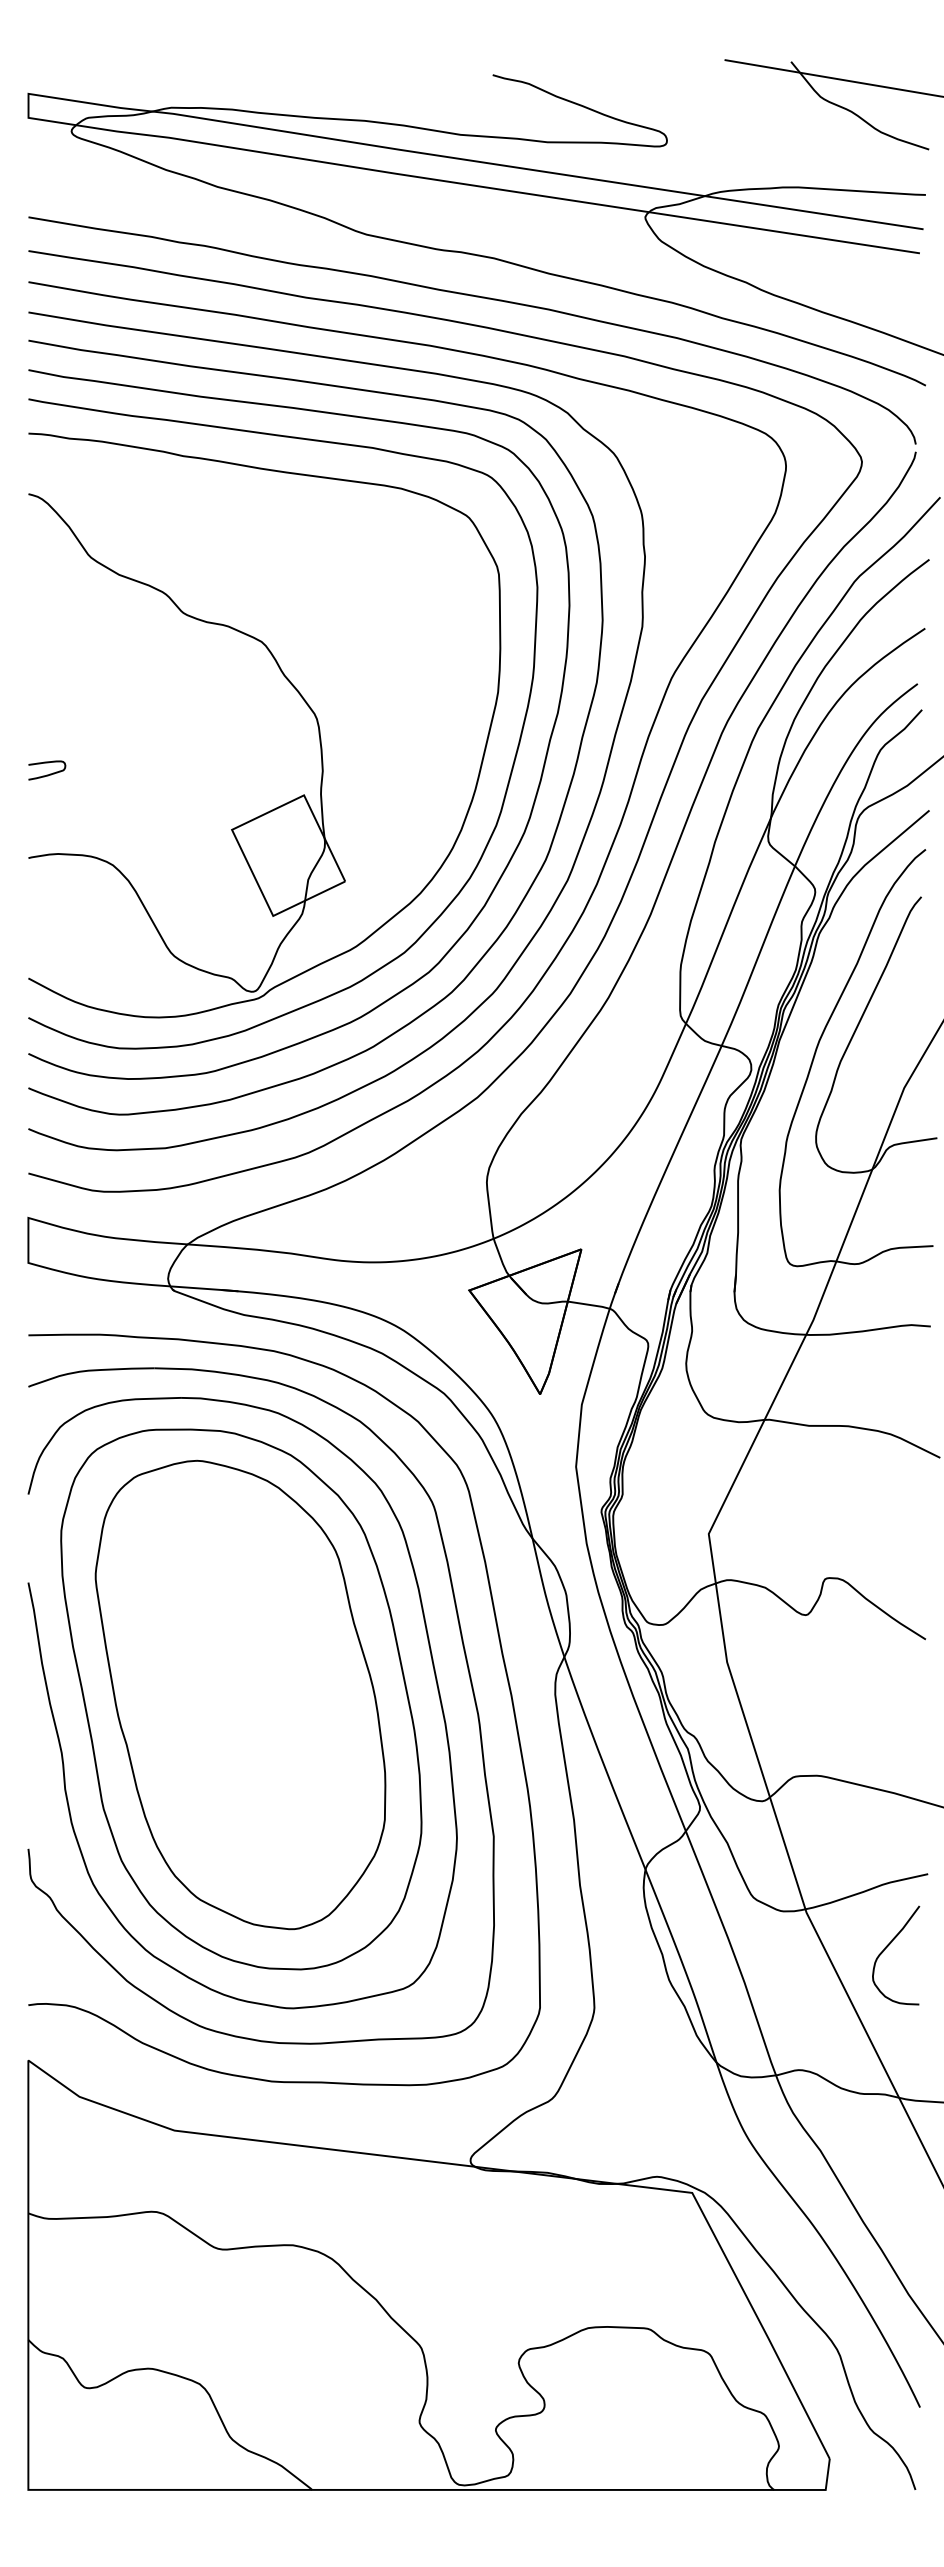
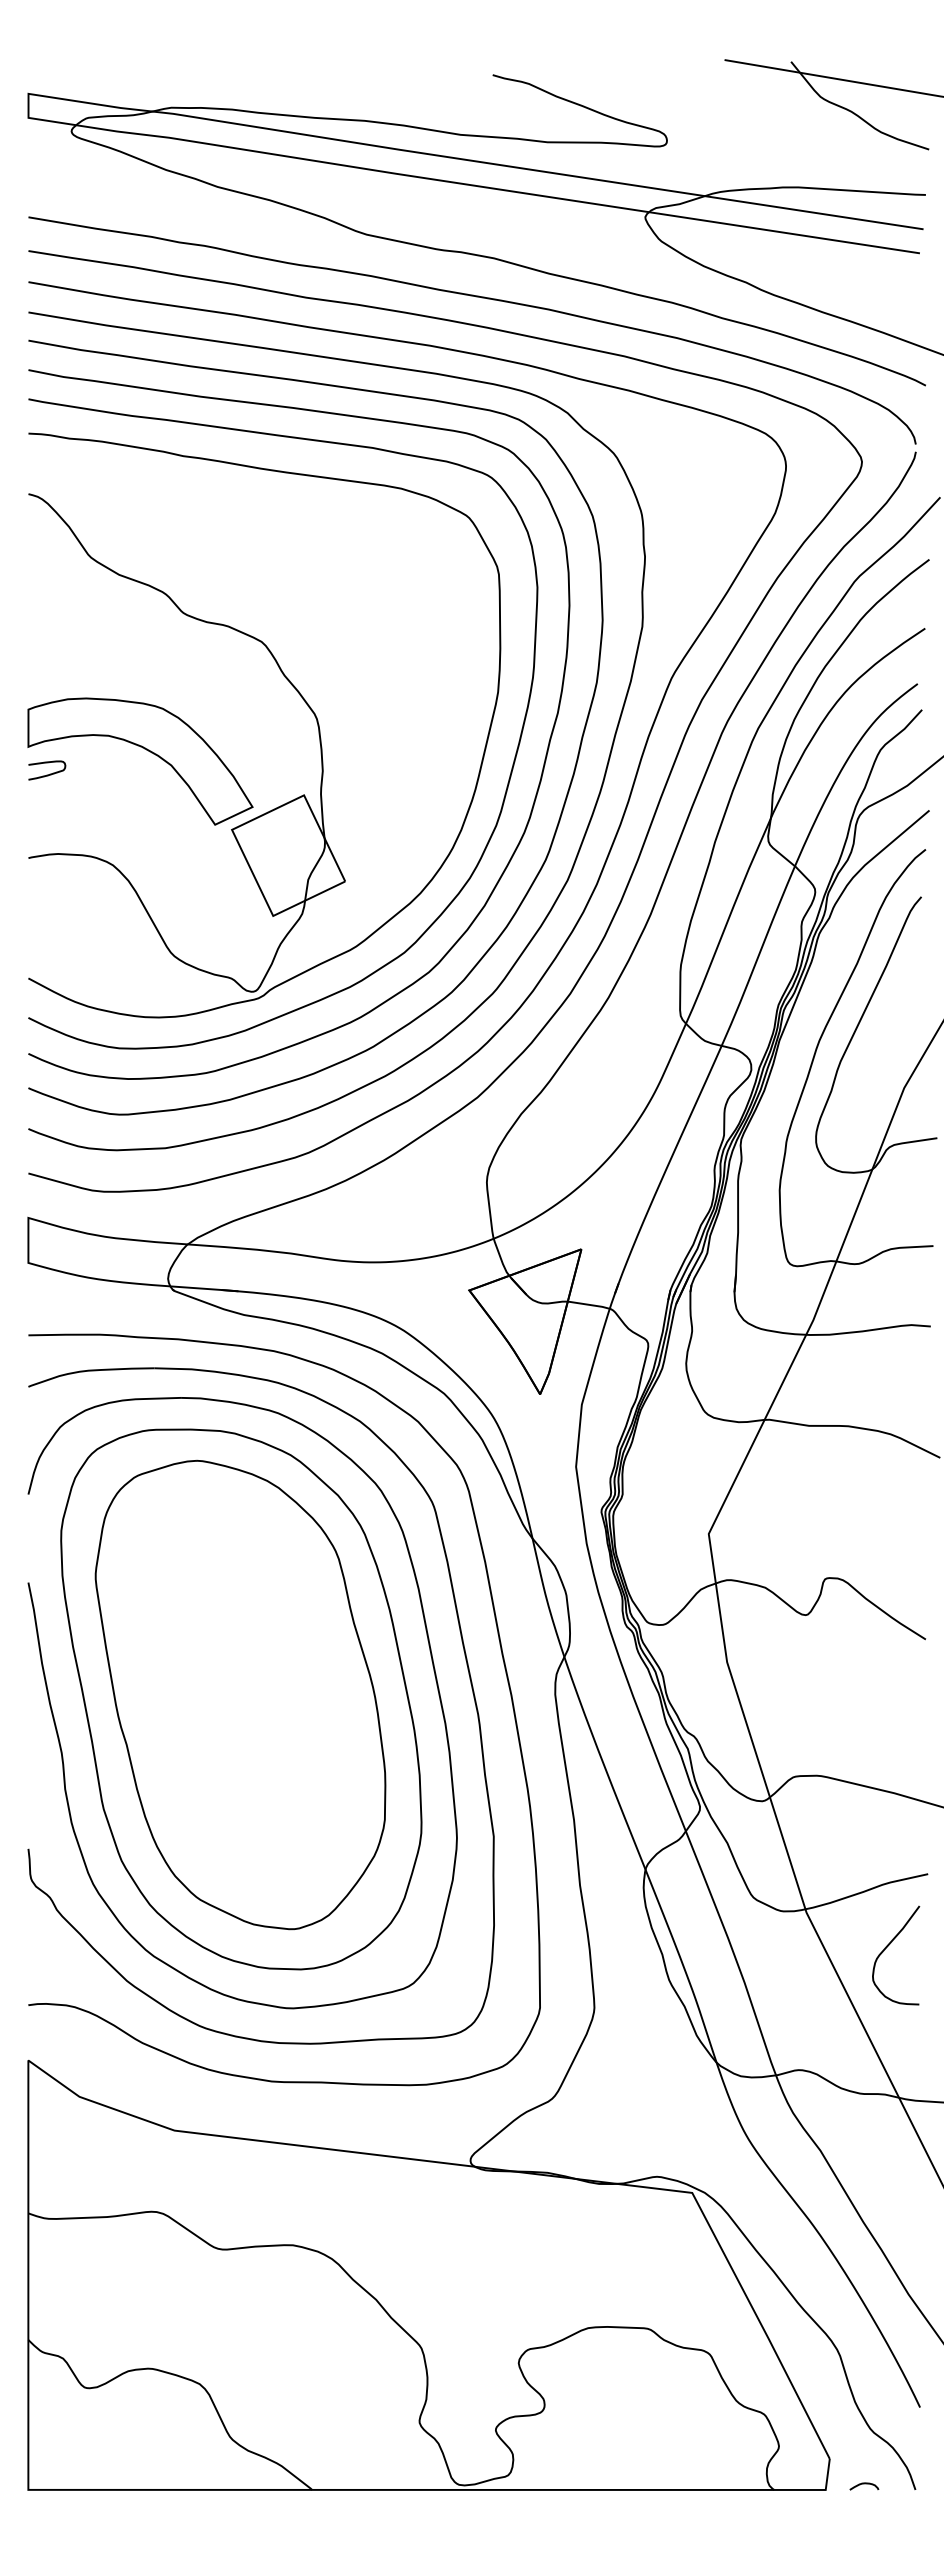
part at (146, 750): none -> present
curve at (864, 2484): none -> present
